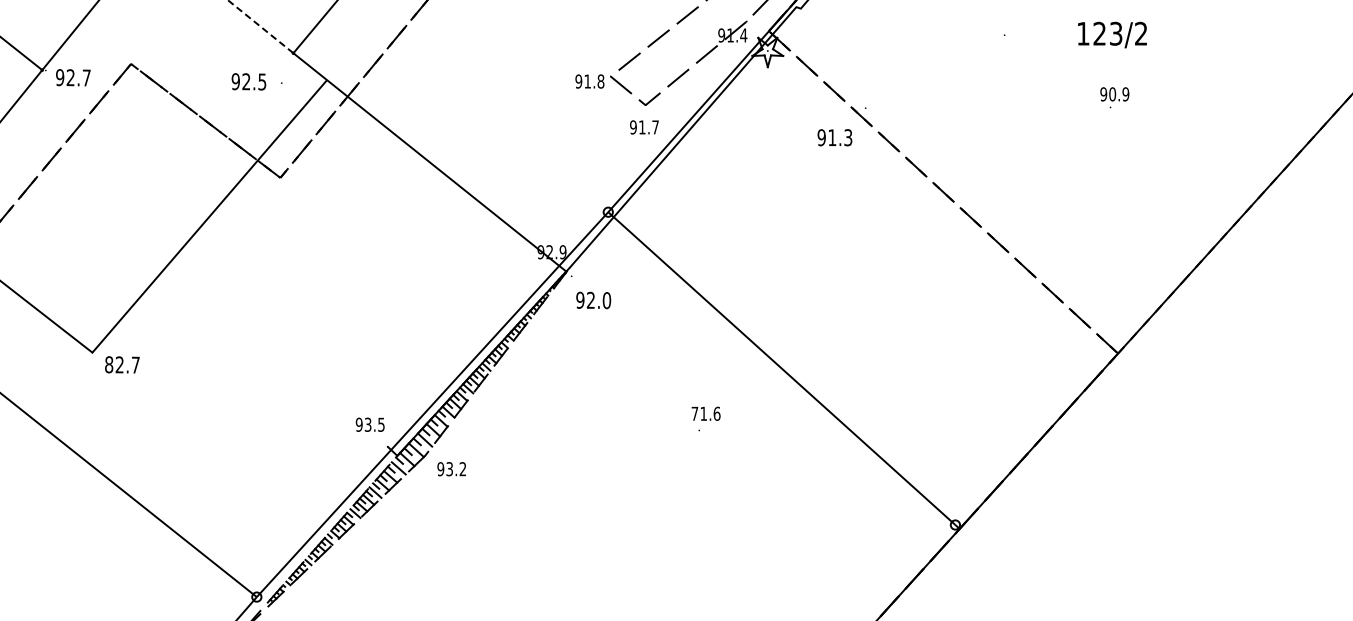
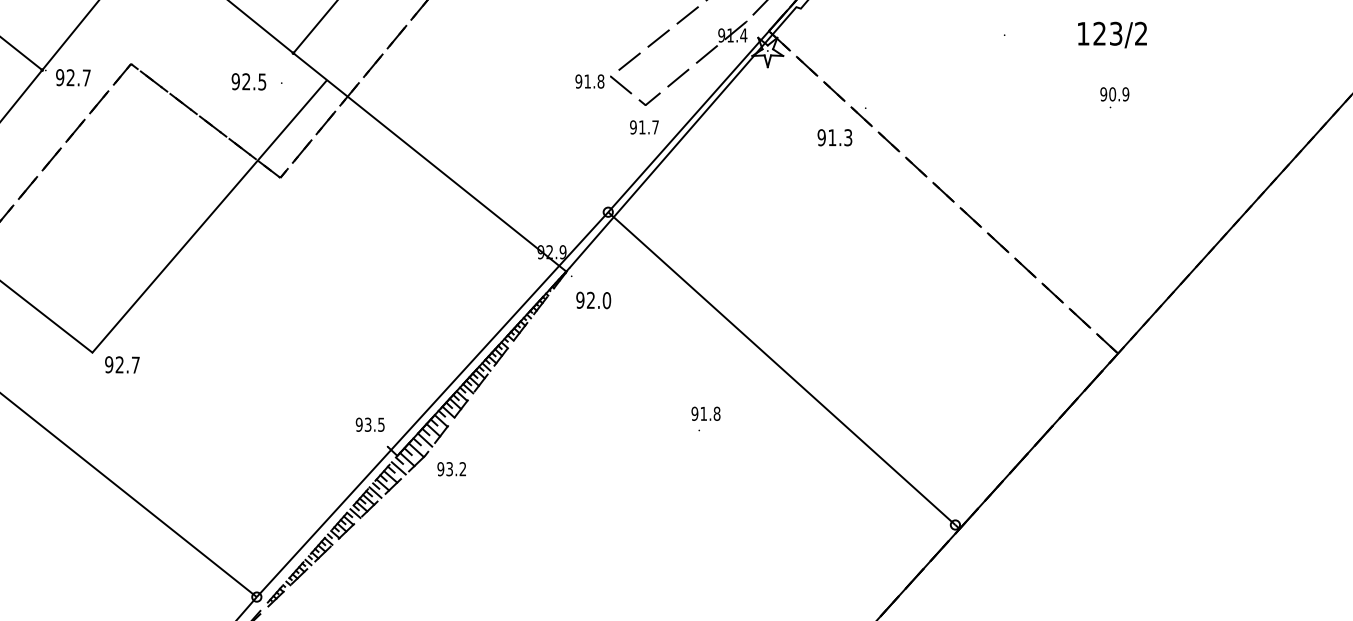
line at (260, 26): dashed -> solid
text at (109, 364): 82.7 -> 92.7
text at (705, 413): 71.6 -> 91.8
